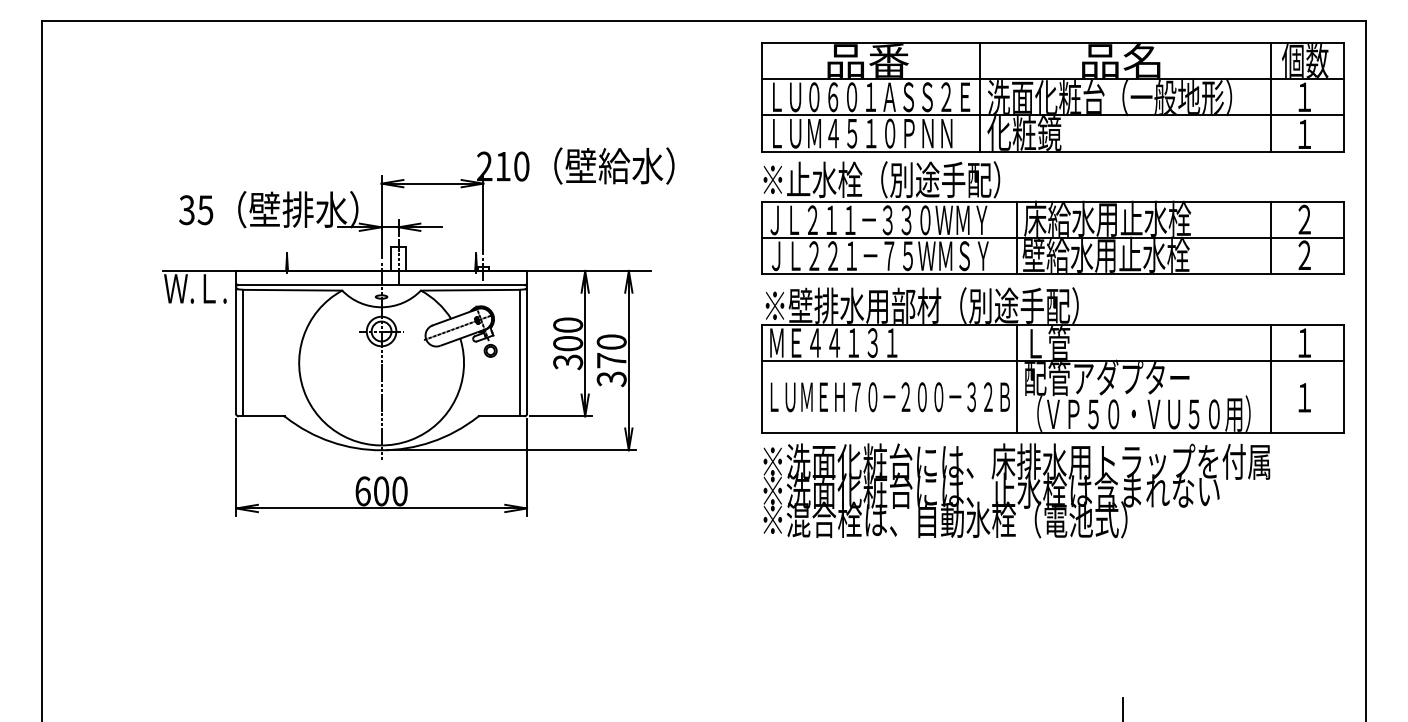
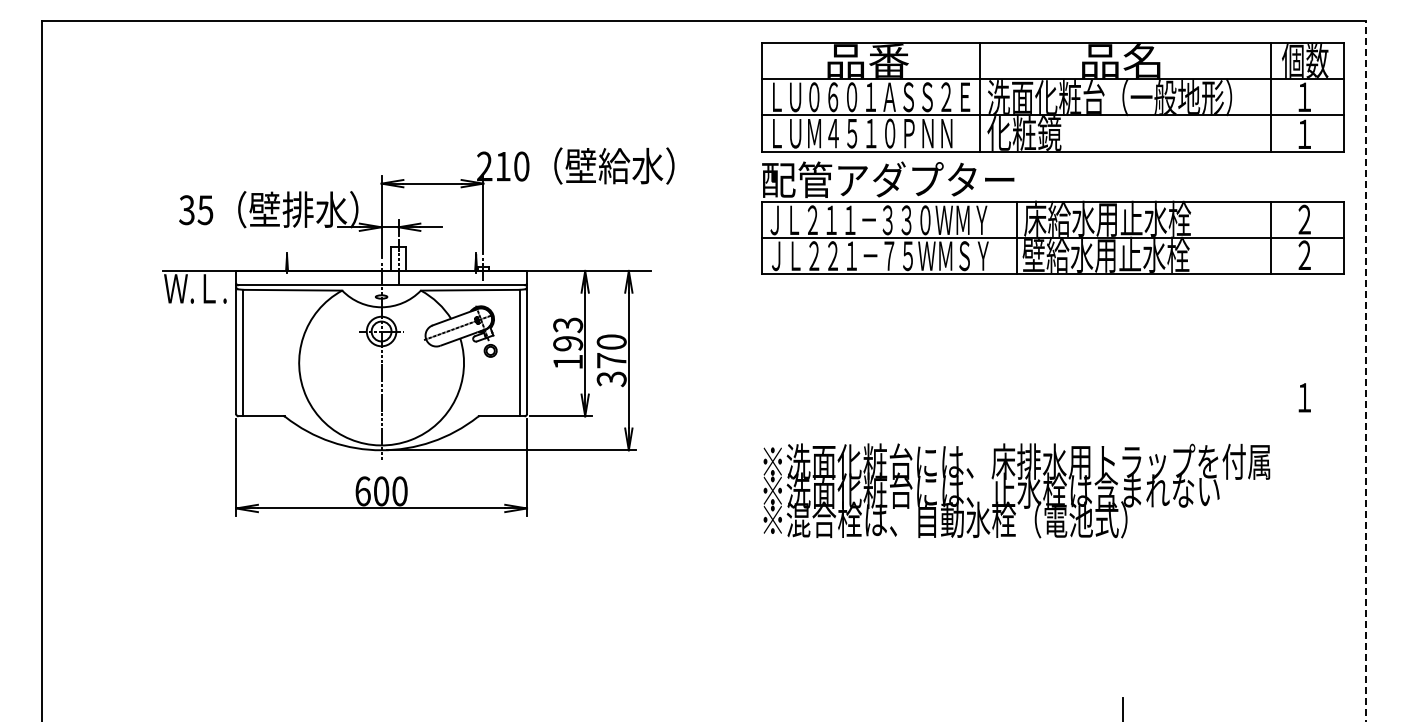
text at (888, 179): ※止水栓（別途手配） -> 配管アダプター
text at (568, 343): 300 -> 193
part at (1052, 360): present -> none
line at (1365, 371): solid -> dashed
